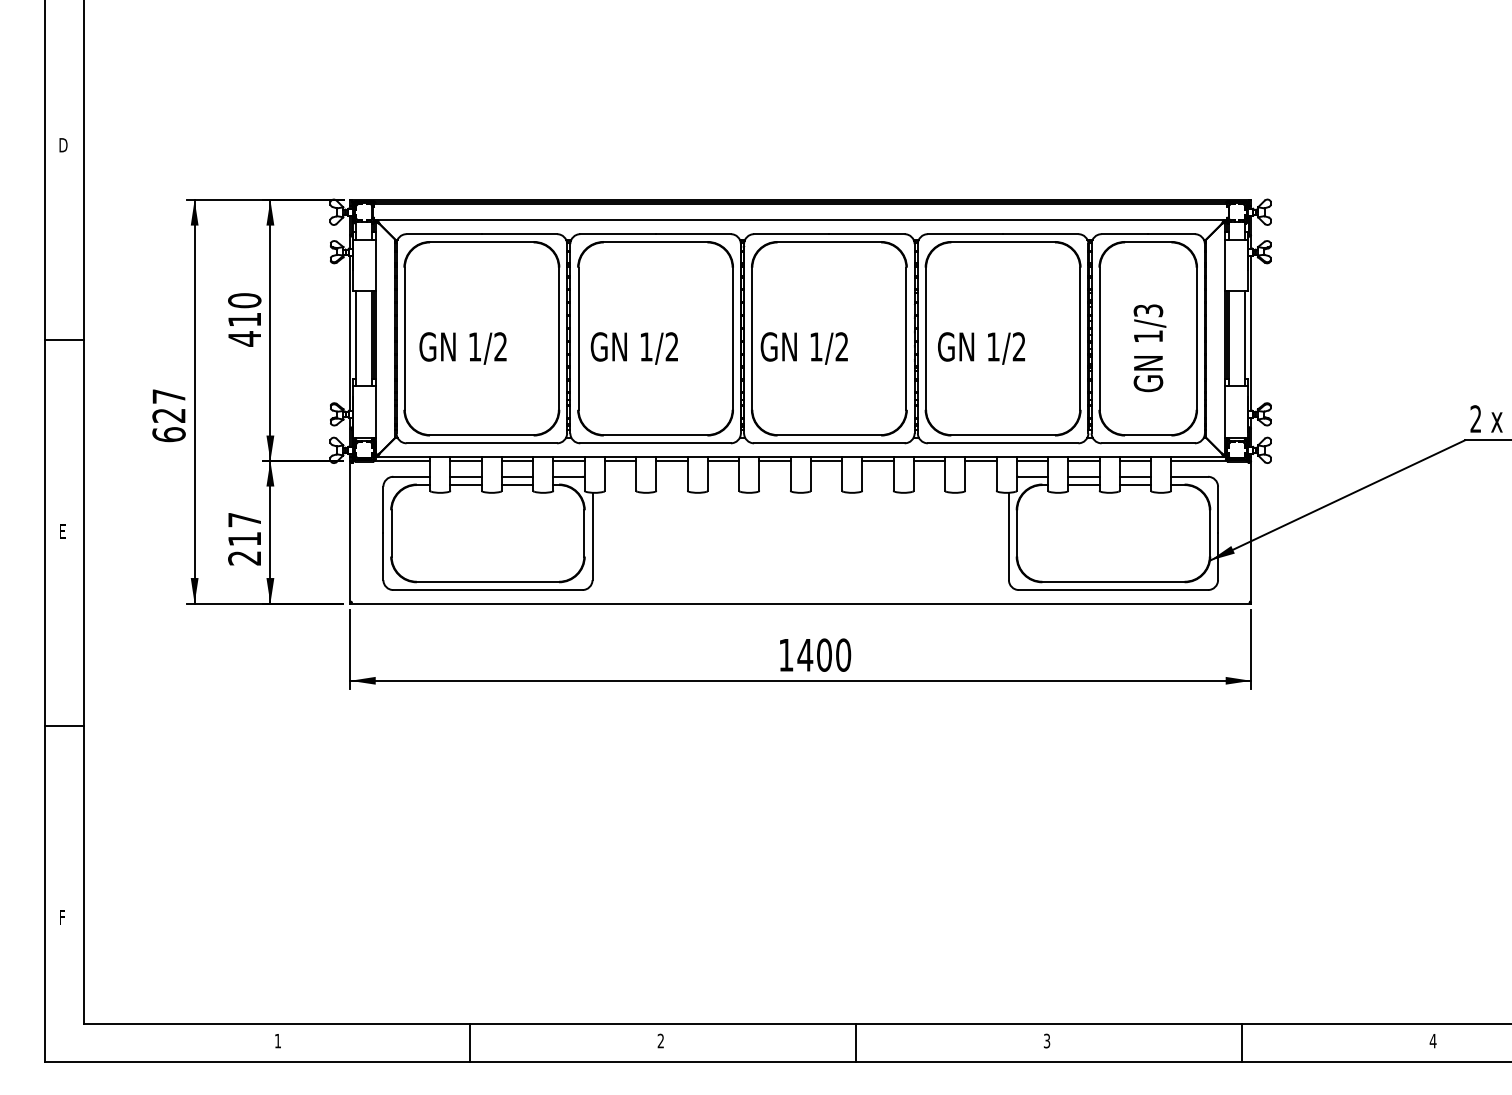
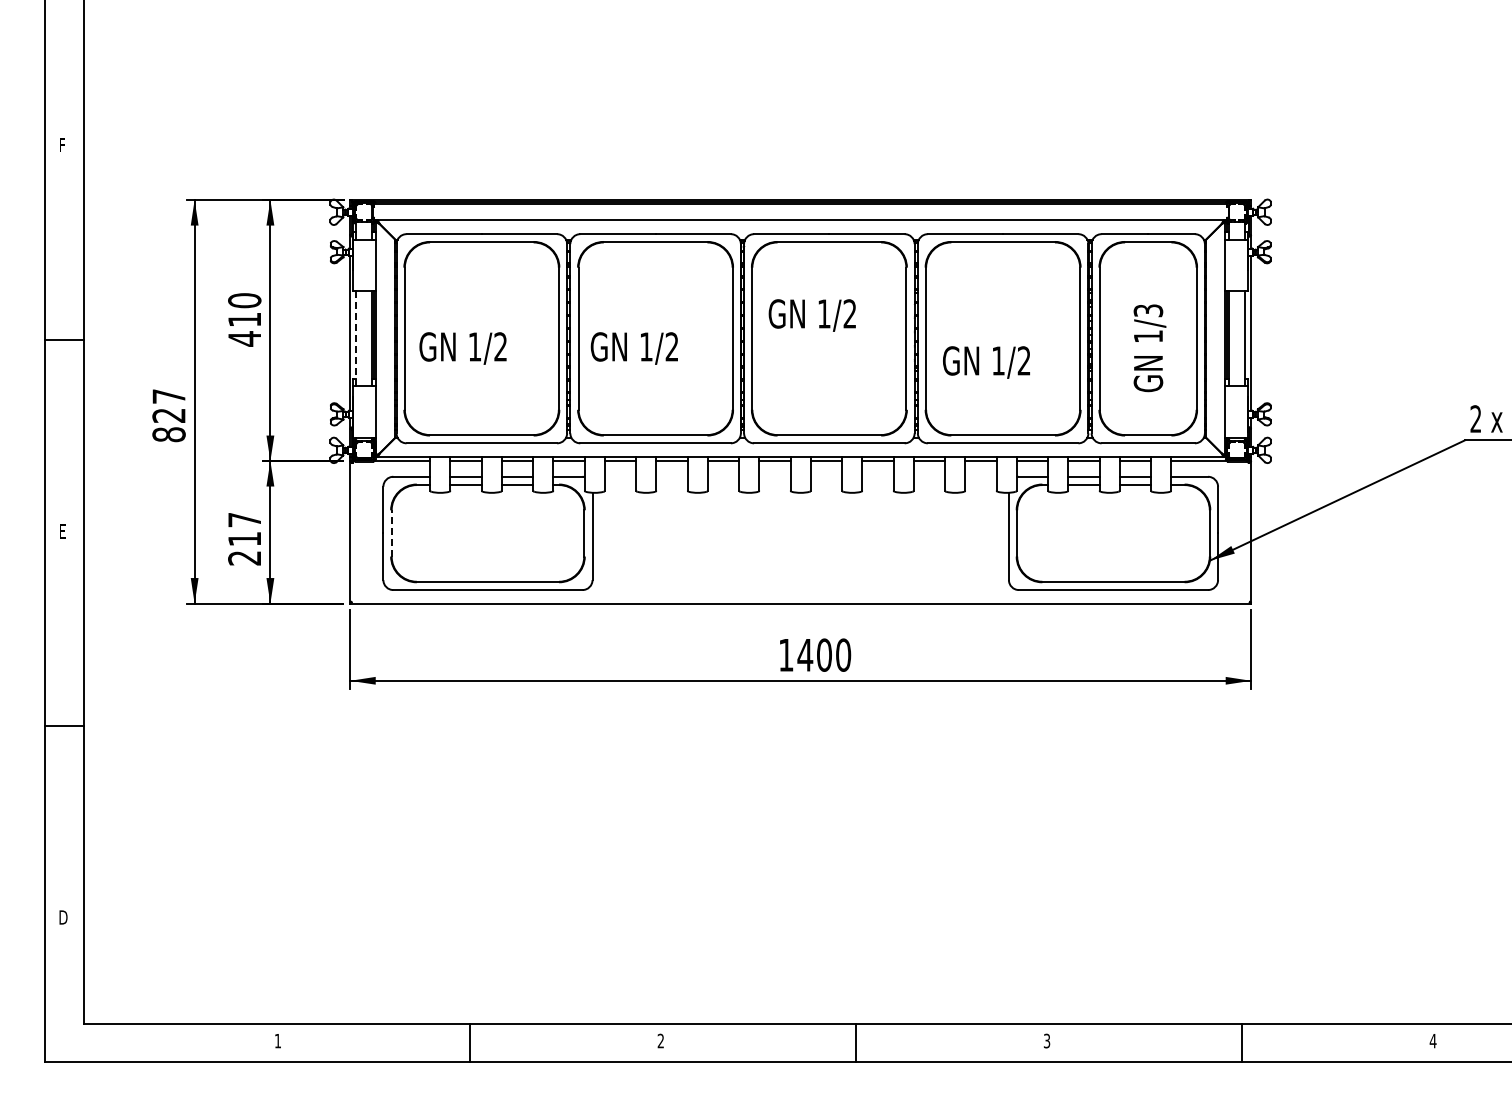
text at (63, 145): D -> F
line at (356, 338): solid -> dashed
text at (803, 348) position: (803, 348) -> (811, 315)
text at (981, 348) position: (981, 348) -> (986, 362)
text at (168, 434): 627 -> 827
line at (391, 532): solid -> dashed
text at (63, 917): F -> D
